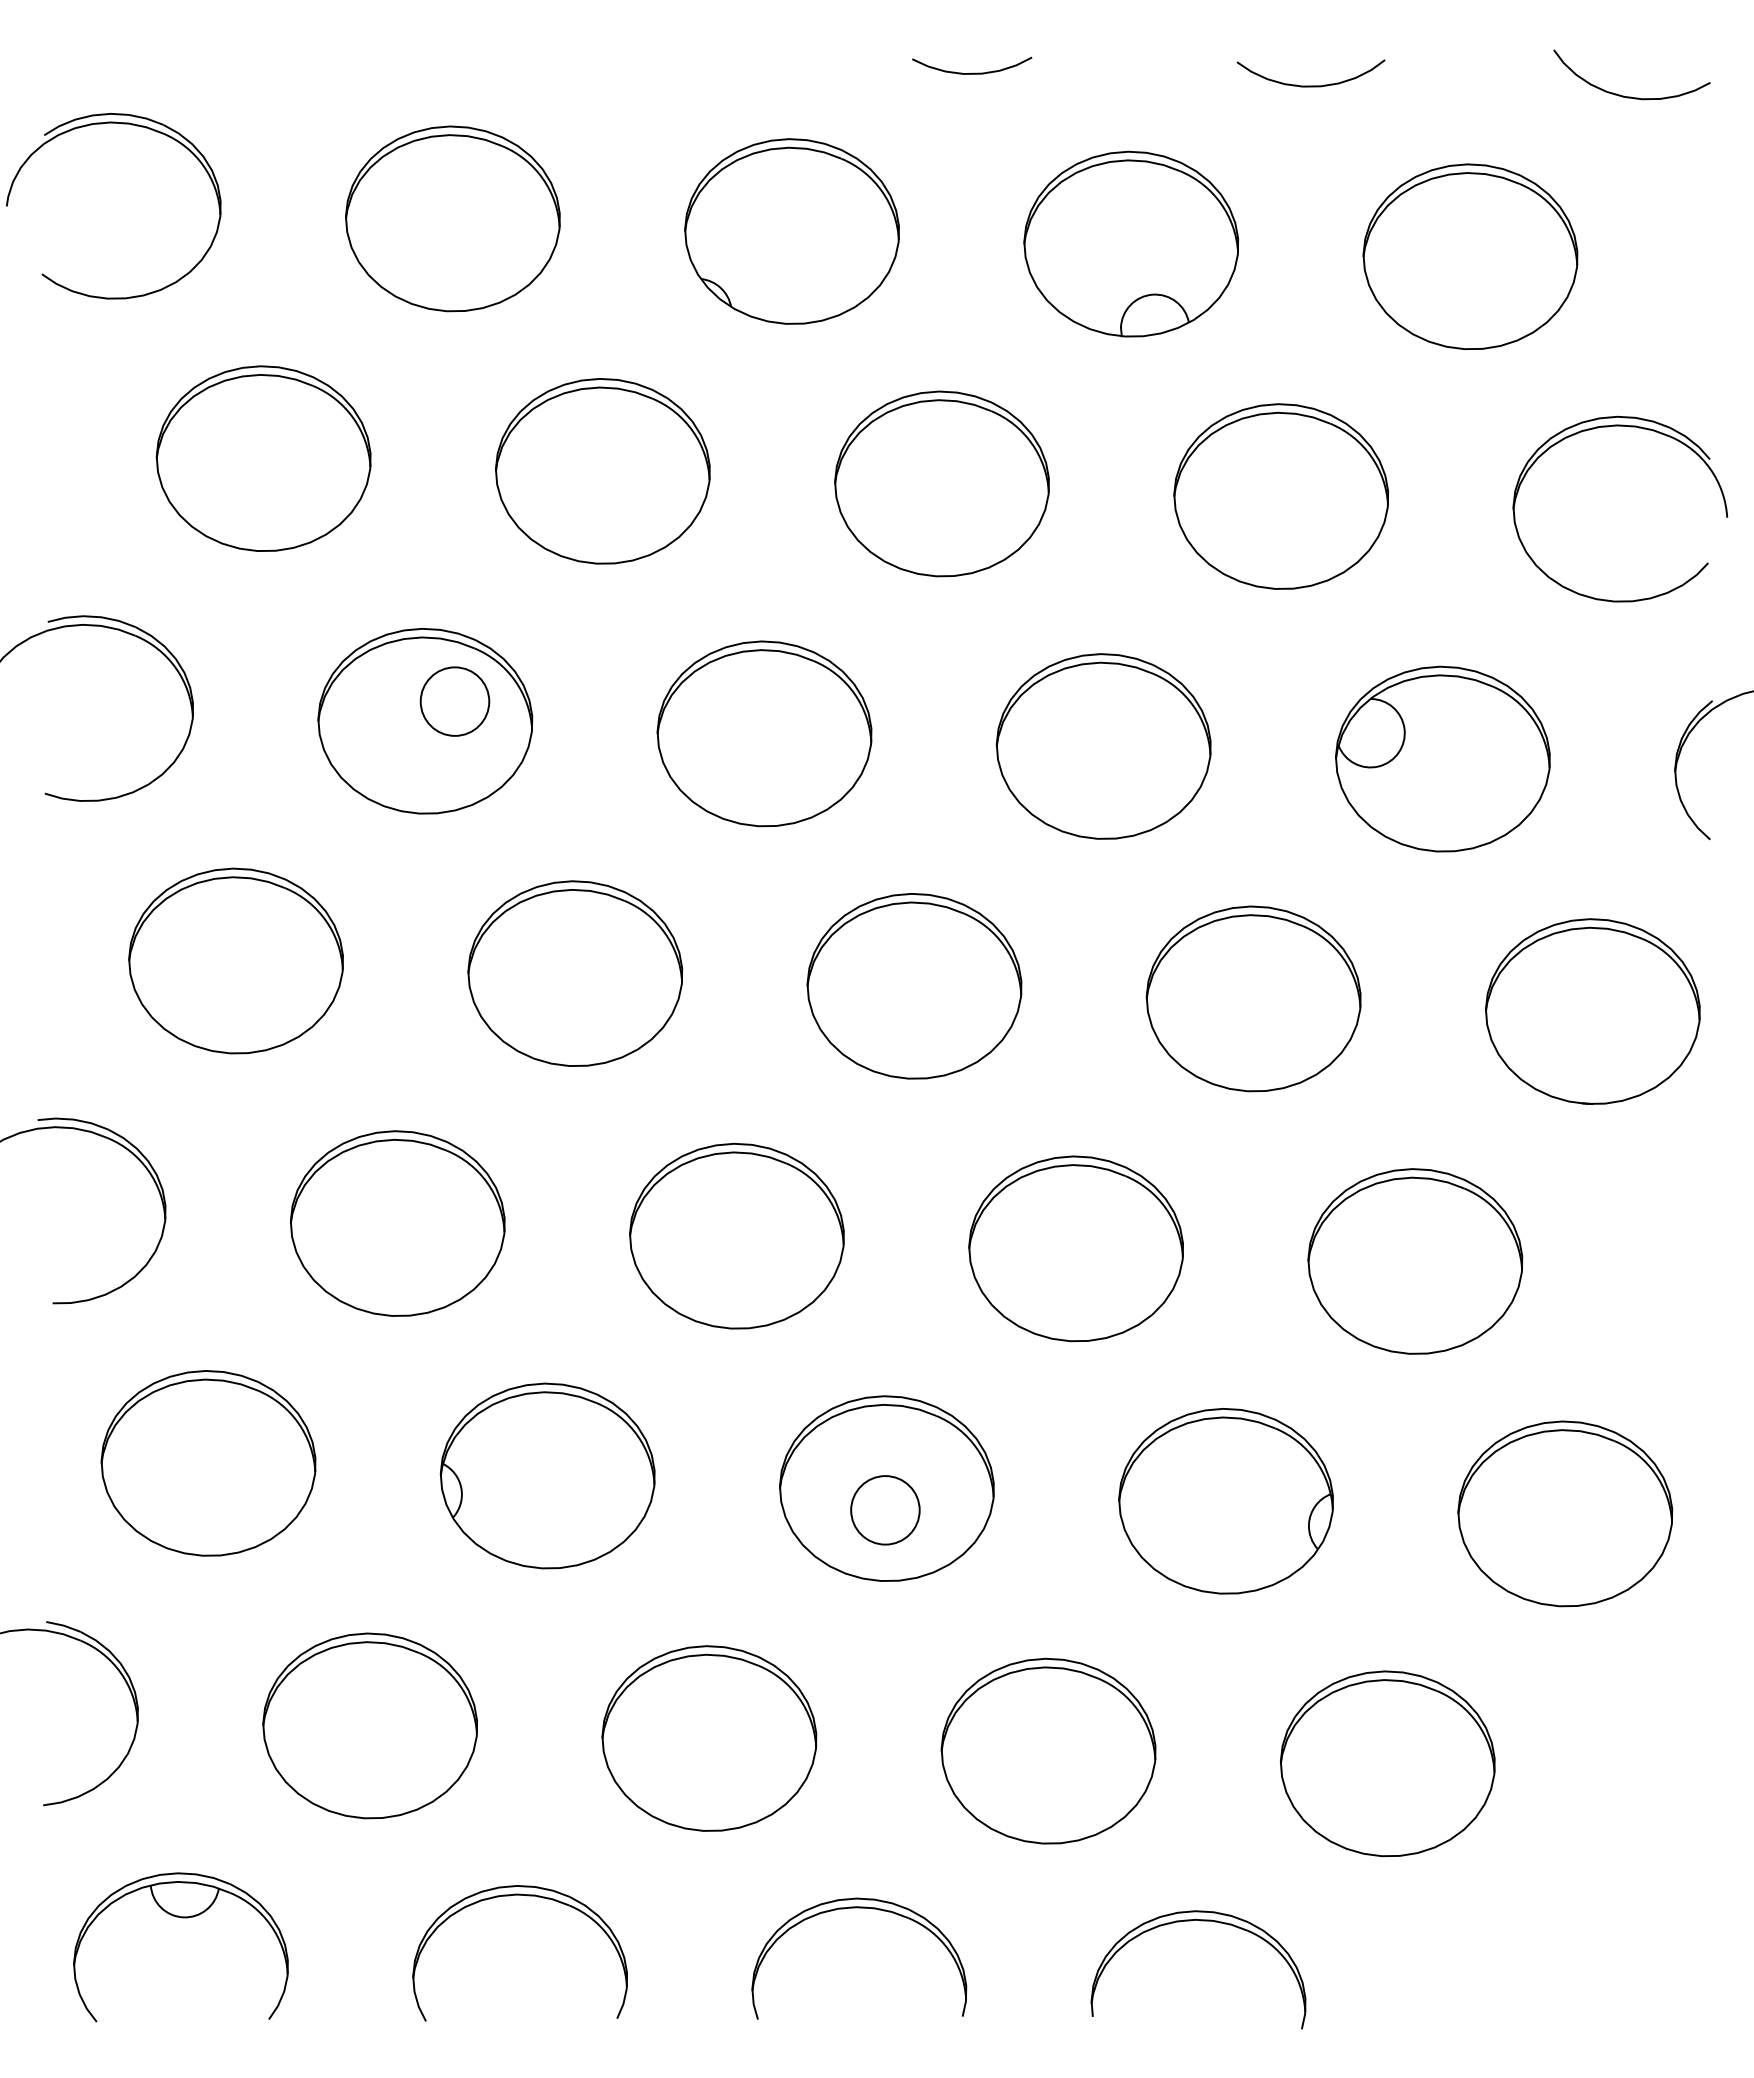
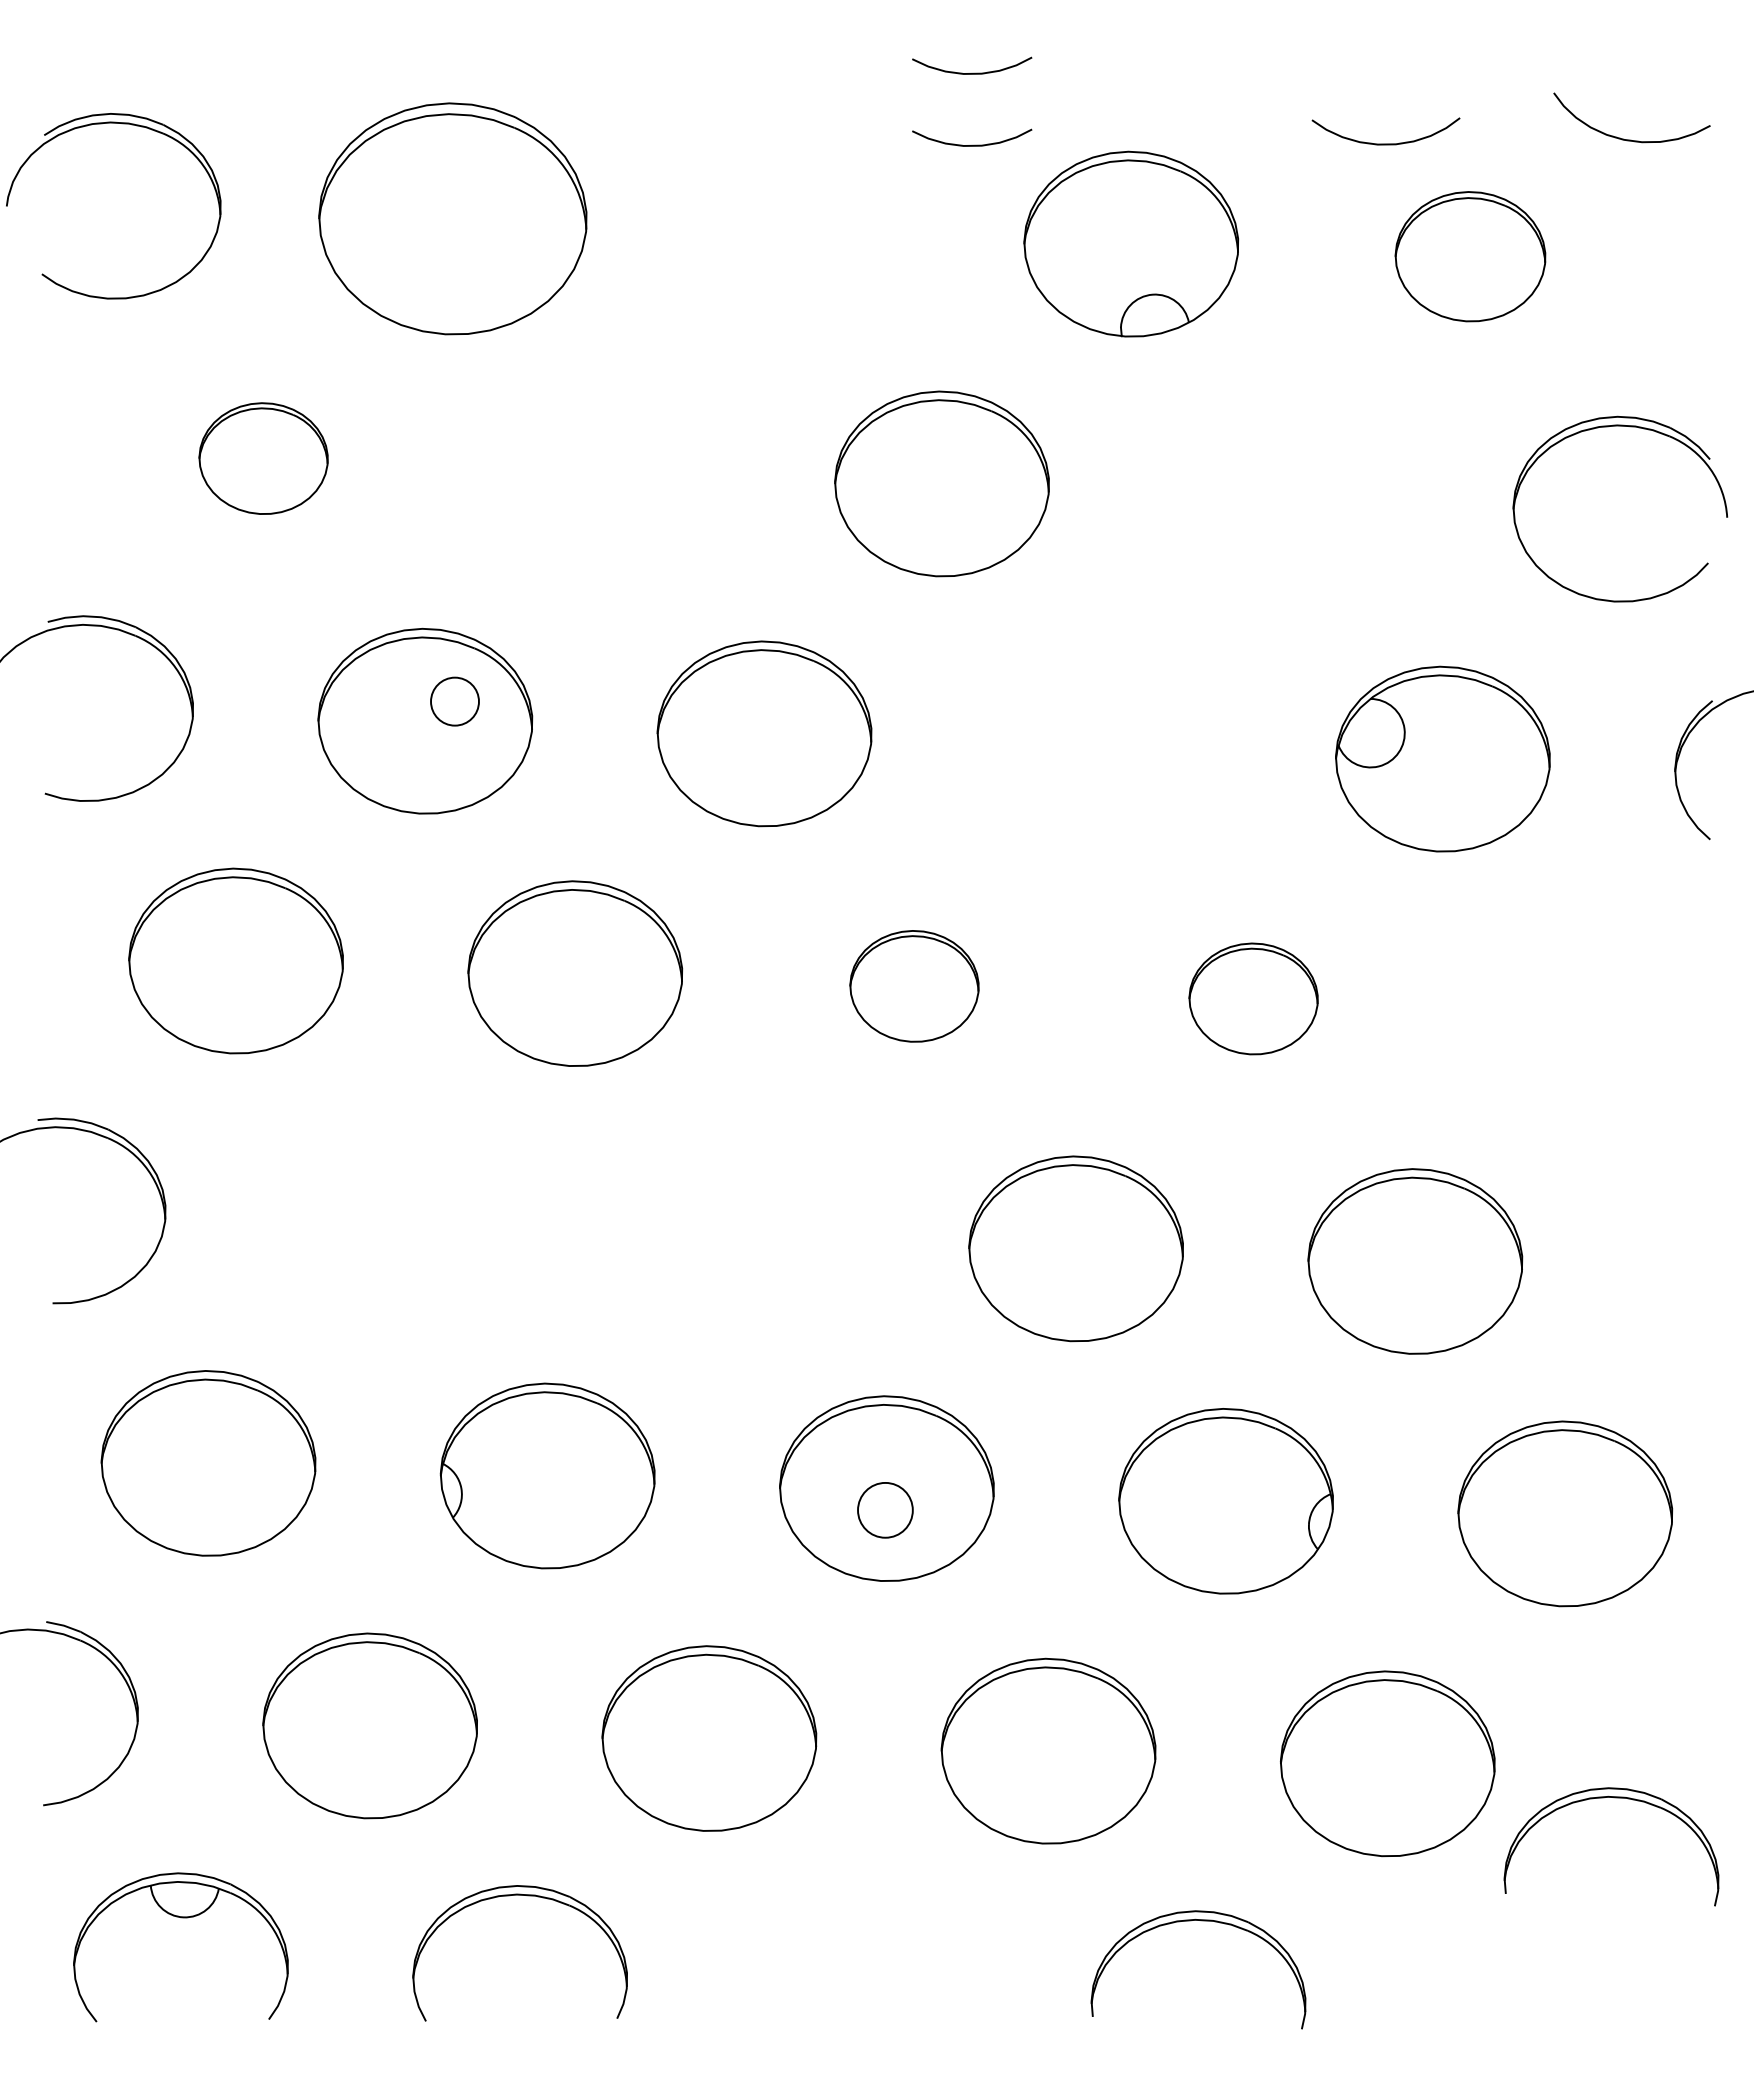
curve at (1310, 85) position: (1310, 85) -> (1385, 143)
curve at (1631, 96) position: (1631, 96) -> (1631, 139)
curve at (972, 144): none -> present
part at (452, 218) size: 216x188 px -> 270x234 px
part at (791, 231): present -> none
part at (1470, 256) size: 217x187 px -> 153x132 px
part at (263, 458) size: 217x187 px -> 131x113 px
part at (602, 471): present -> none
part at (1280, 496): present -> none
circle at (454, 701) diameter: 69 px -> 48 px
part at (1103, 746): present -> none
part at (914, 986) size: 217x187 px -> 131x113 px
part at (1253, 998) size: 217x188 px -> 131x114 px
part at (1592, 1011): present -> none
part at (397, 1223): present -> none
part at (736, 1235): present -> none
circle at (885, 1510) diameter: 69 px -> 55 px
part at (1614, 1798): none -> present
part at (859, 1908): present -> none
